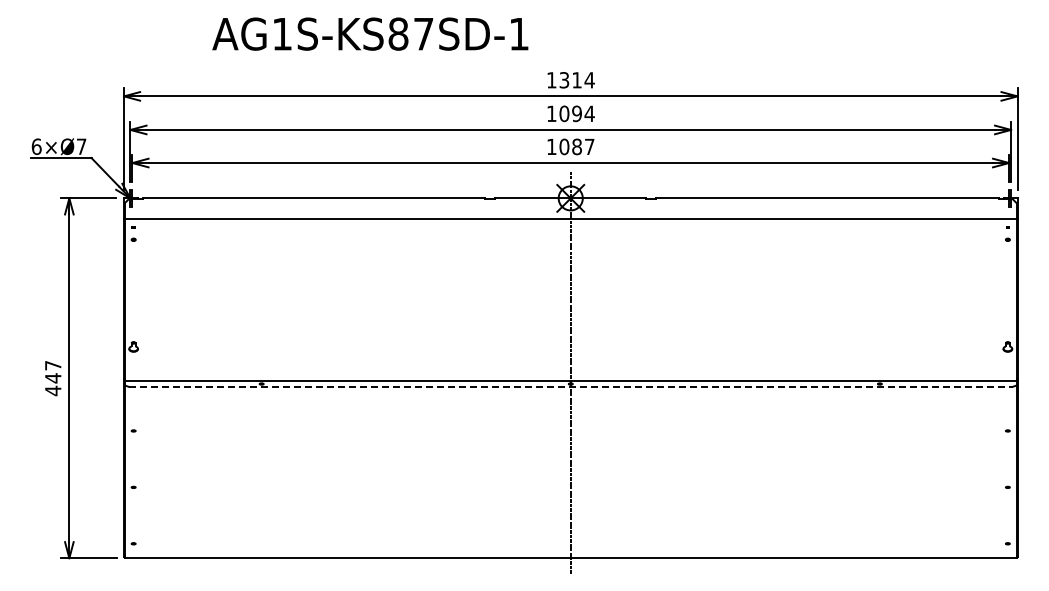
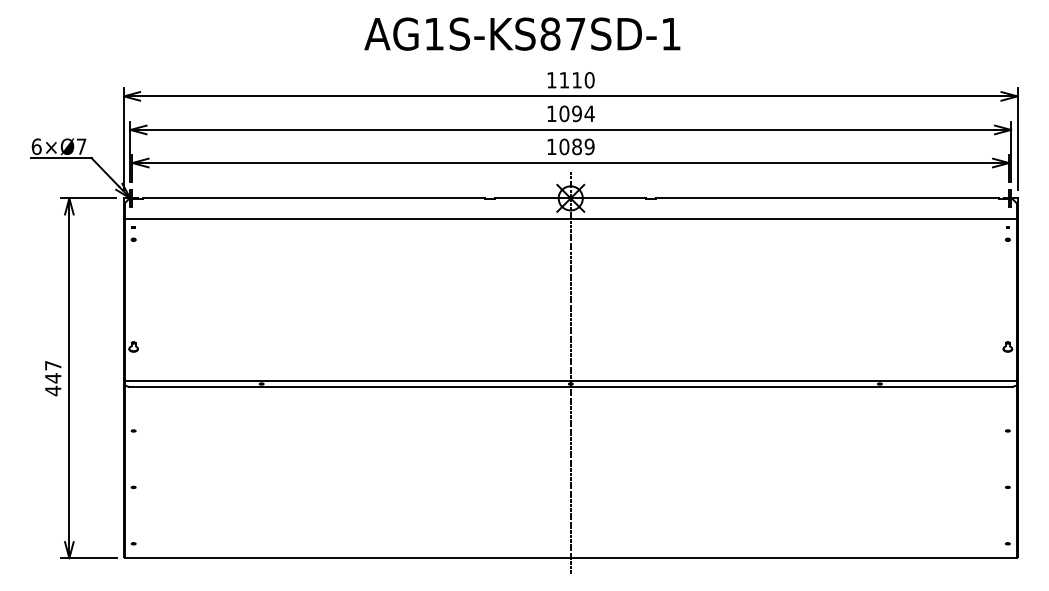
text at (370, 33) position: (370, 33) -> (522, 33)
text at (576, 80): 1314 -> 1110
text at (589, 146): 1087 -> 1089
line at (570, 386): dashed -> solid
